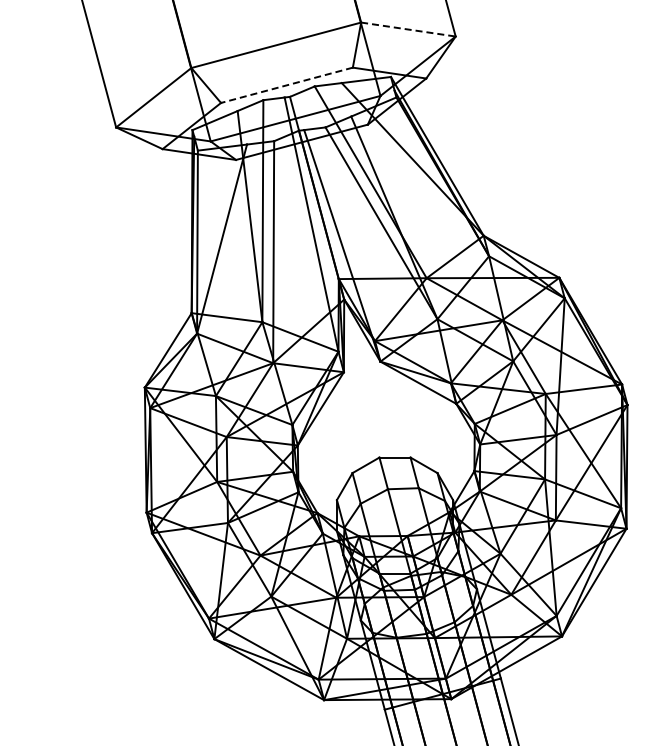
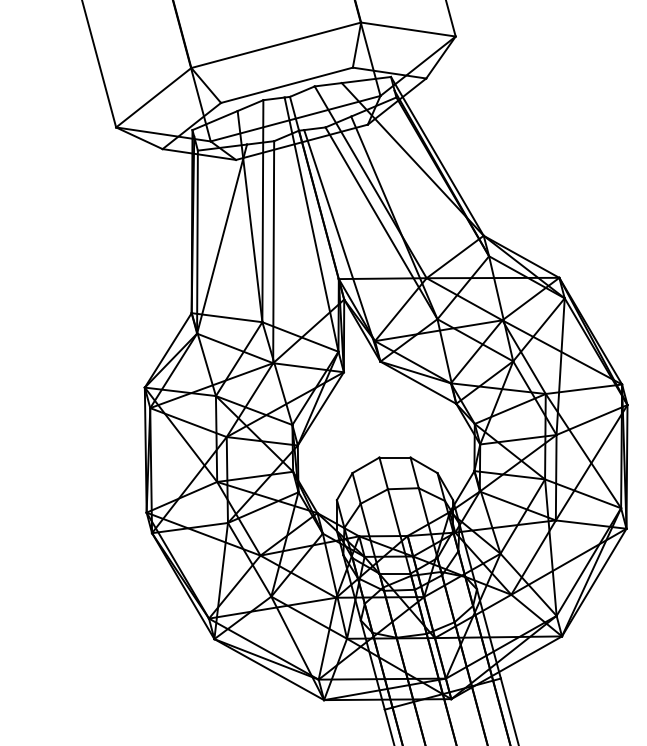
line at (408, 29): dashed -> solid
line at (286, 85): dashed -> solid
